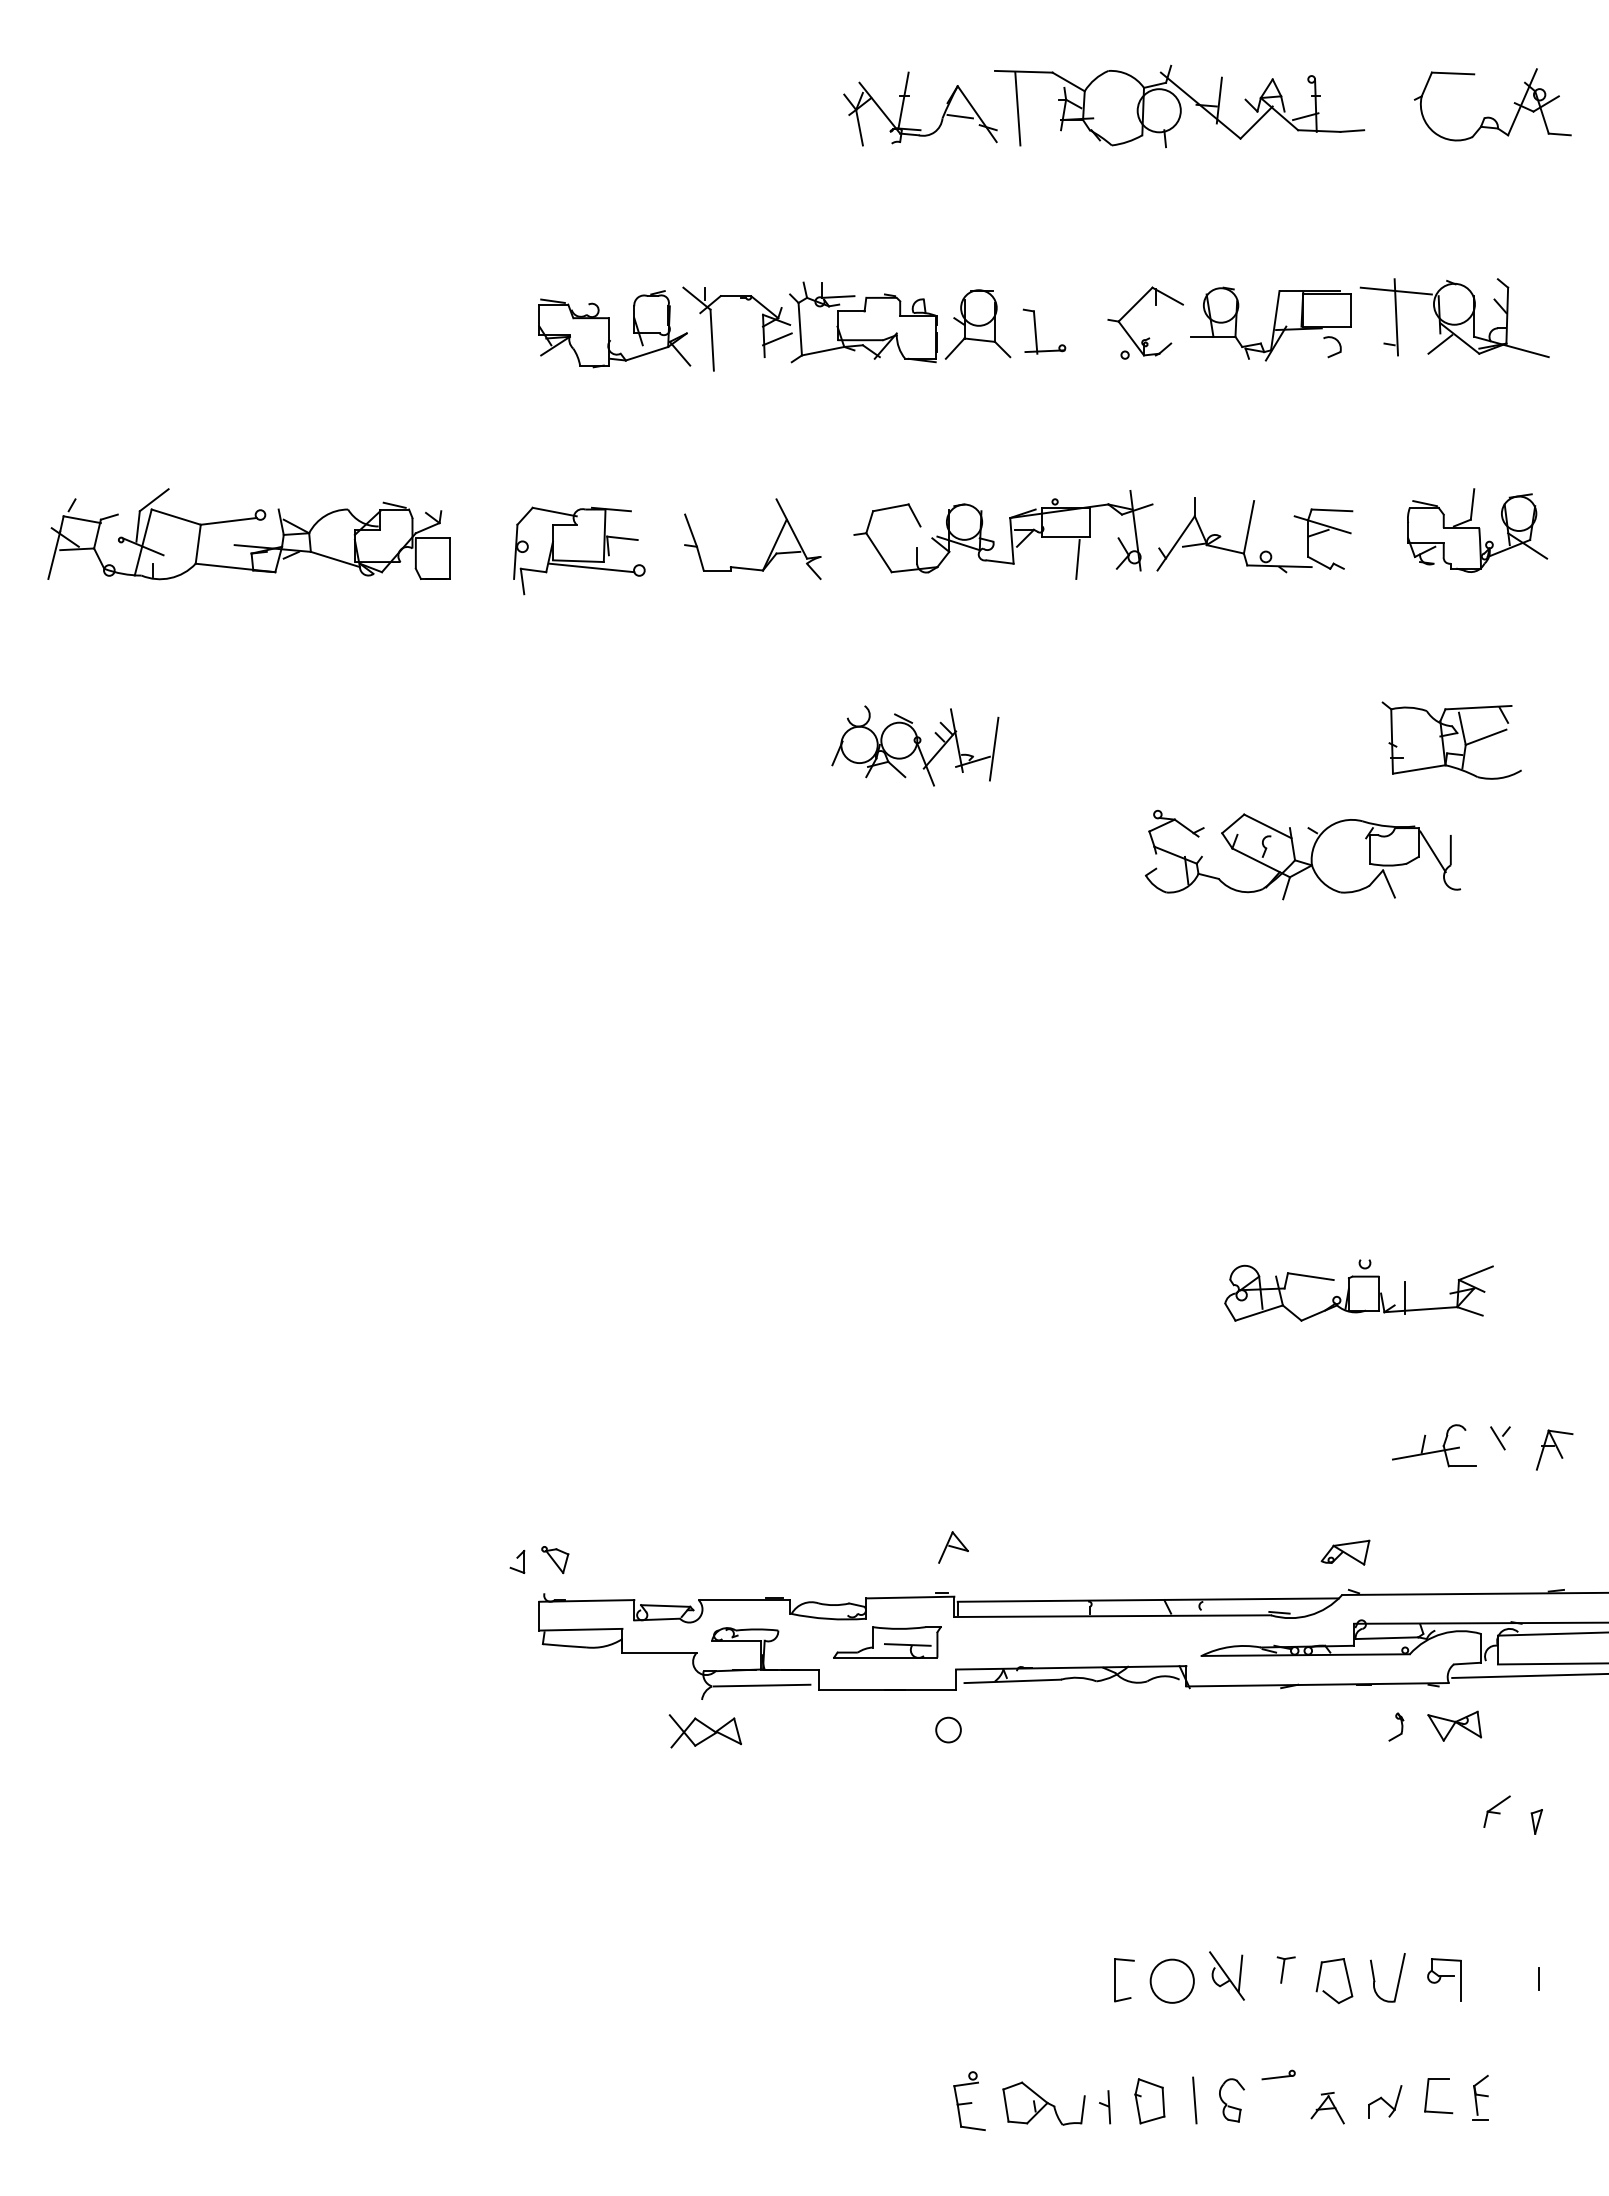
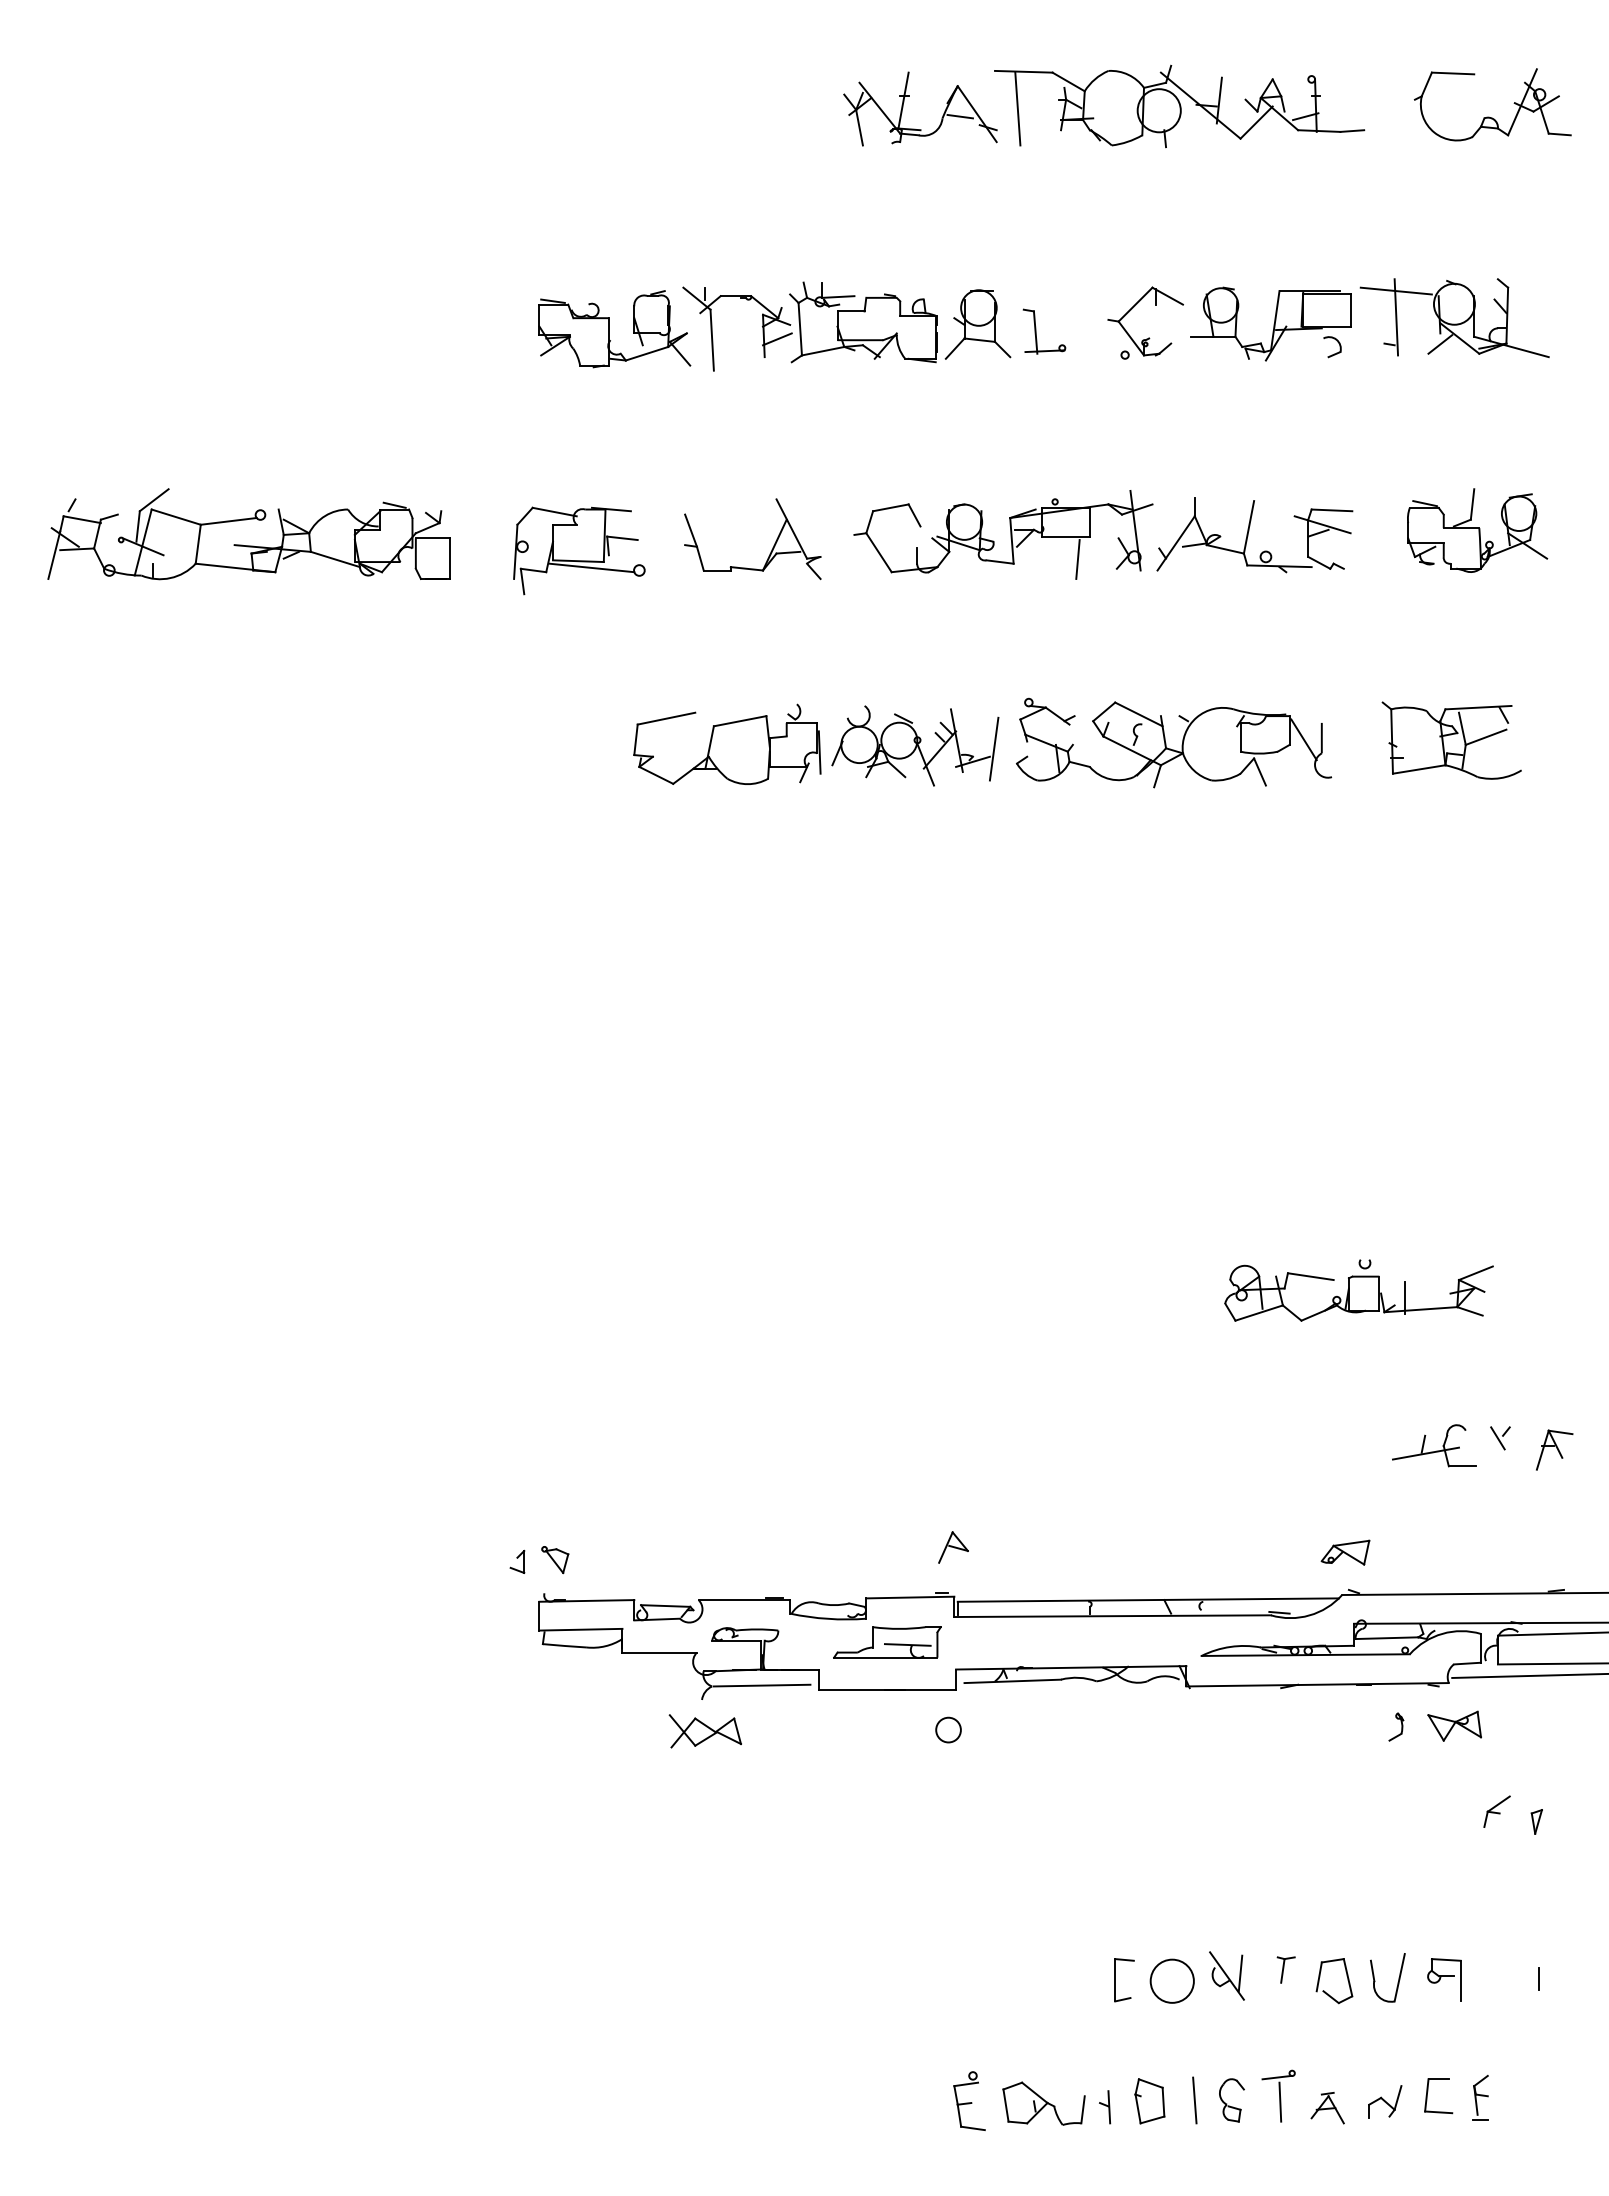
part at (727, 743): none -> present
part at (1299, 860) position: (1299, 860) -> (1170, 748)
line at (1280, 2101): none -> present
